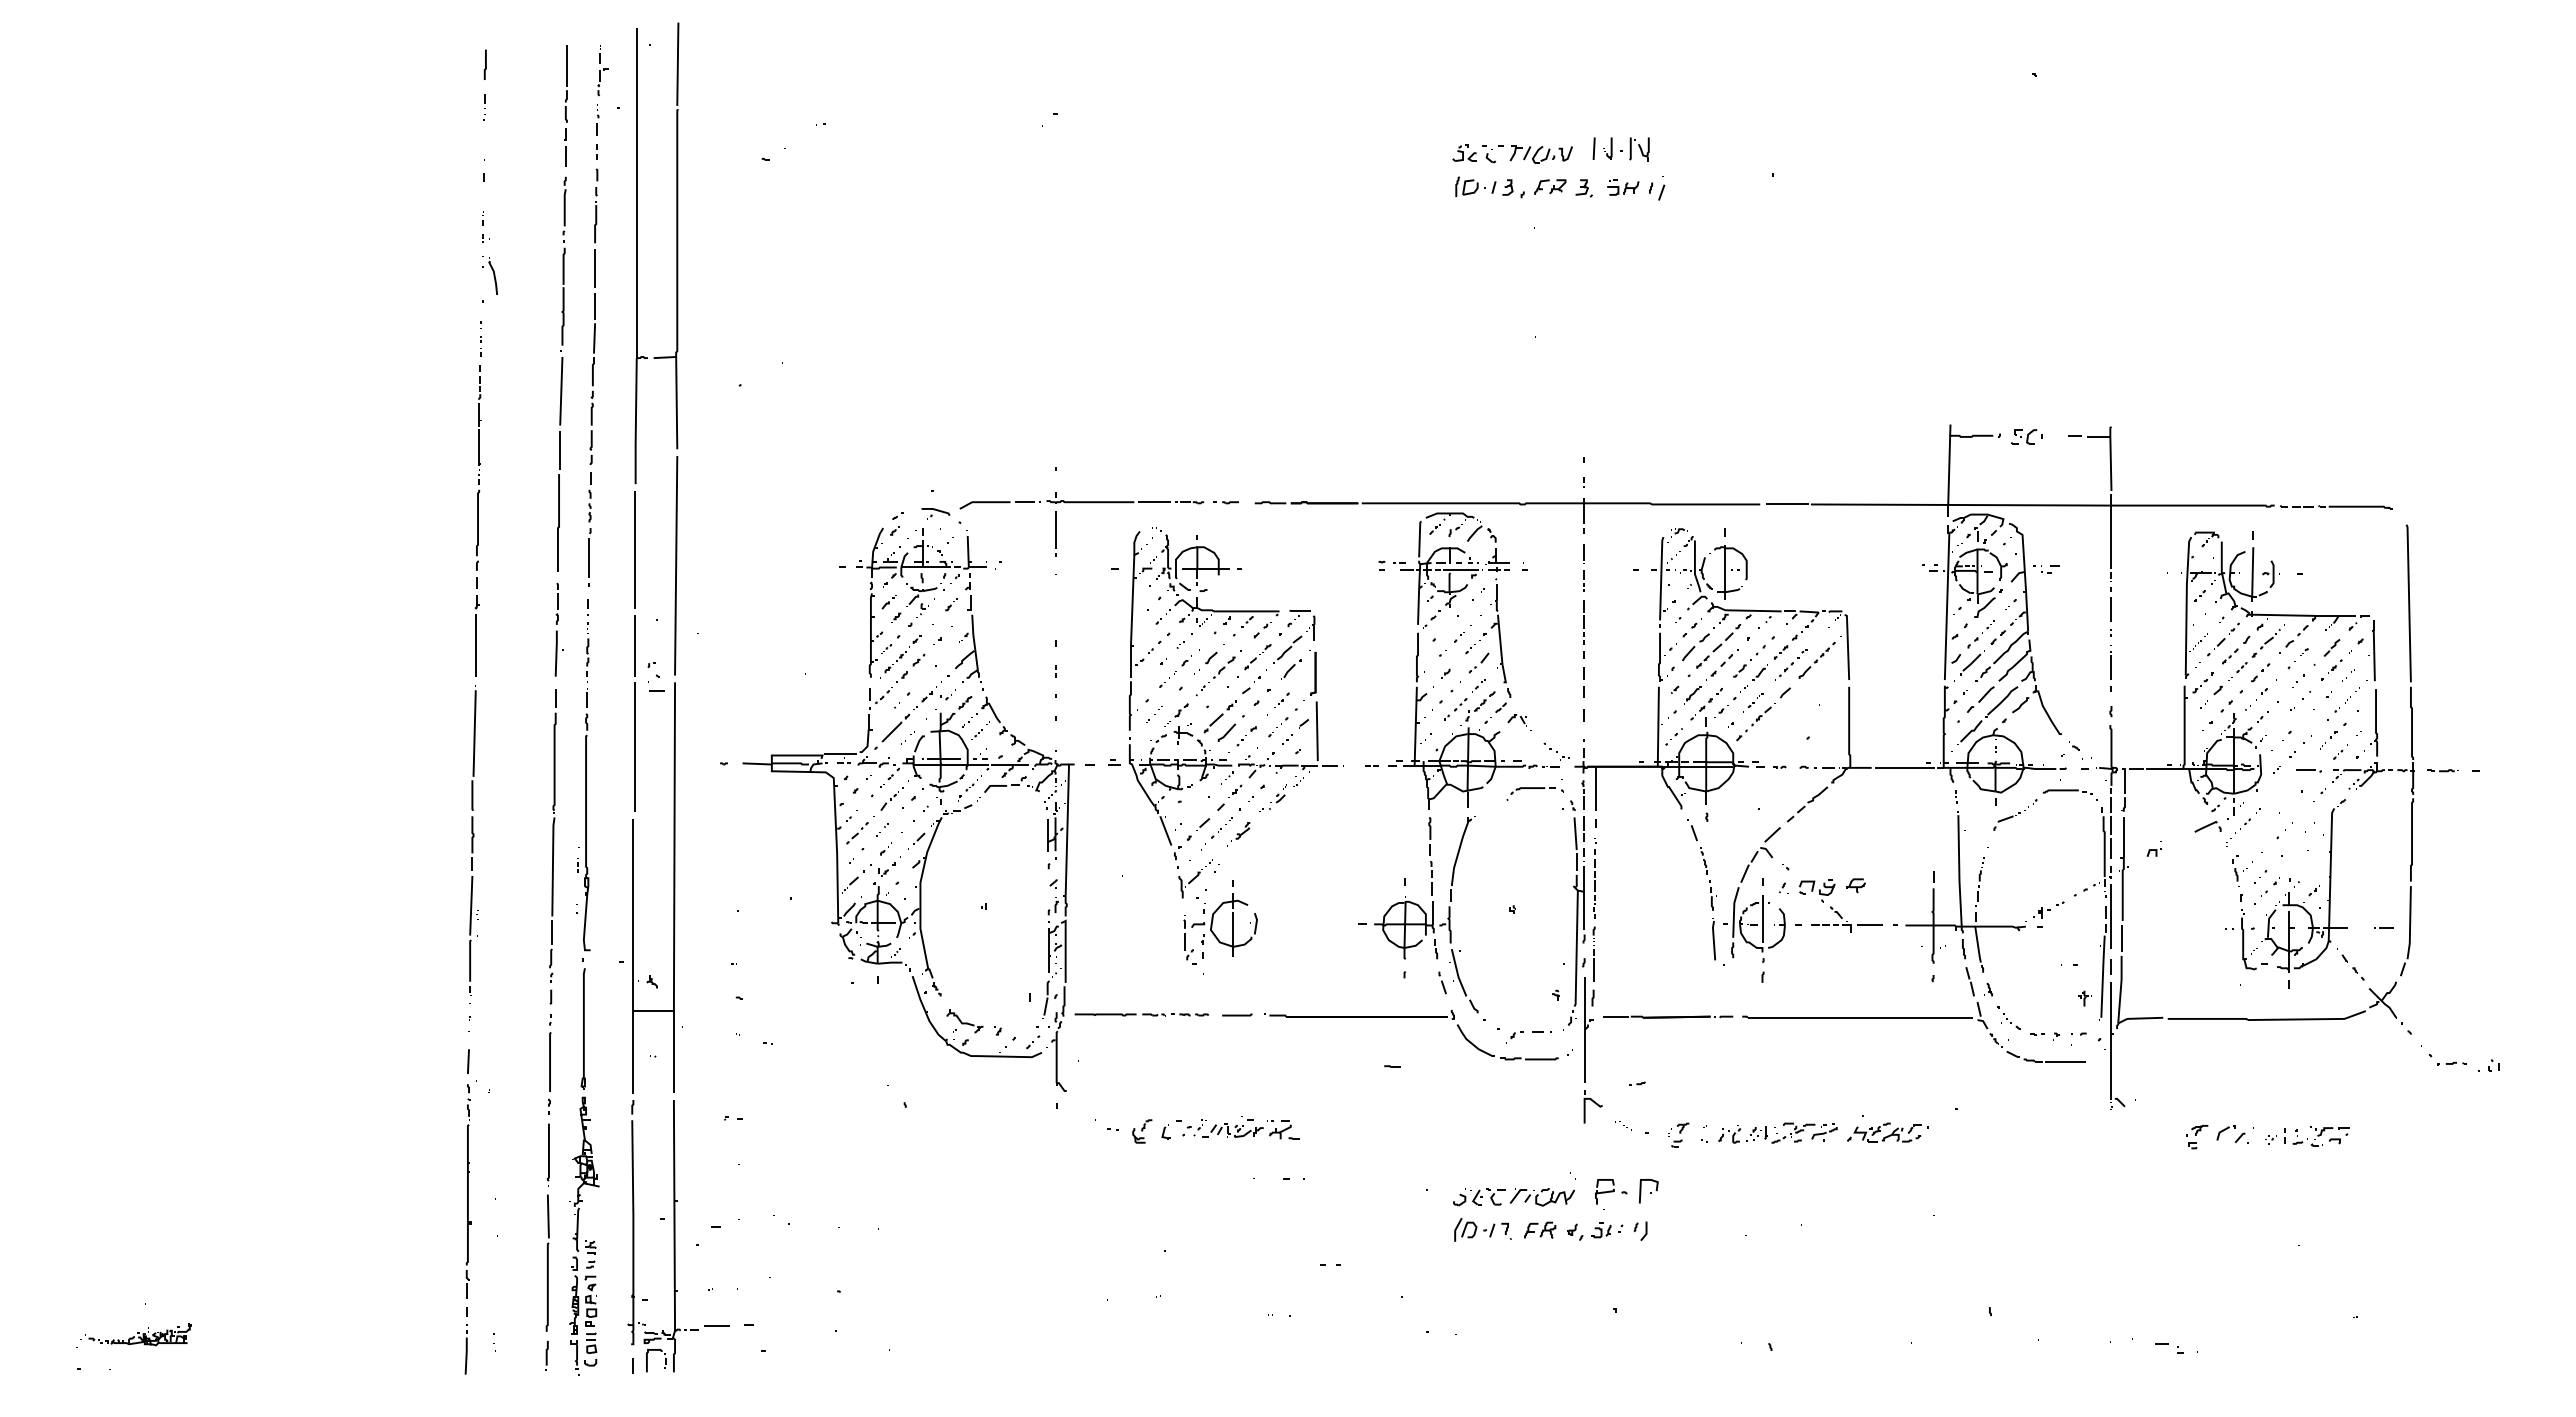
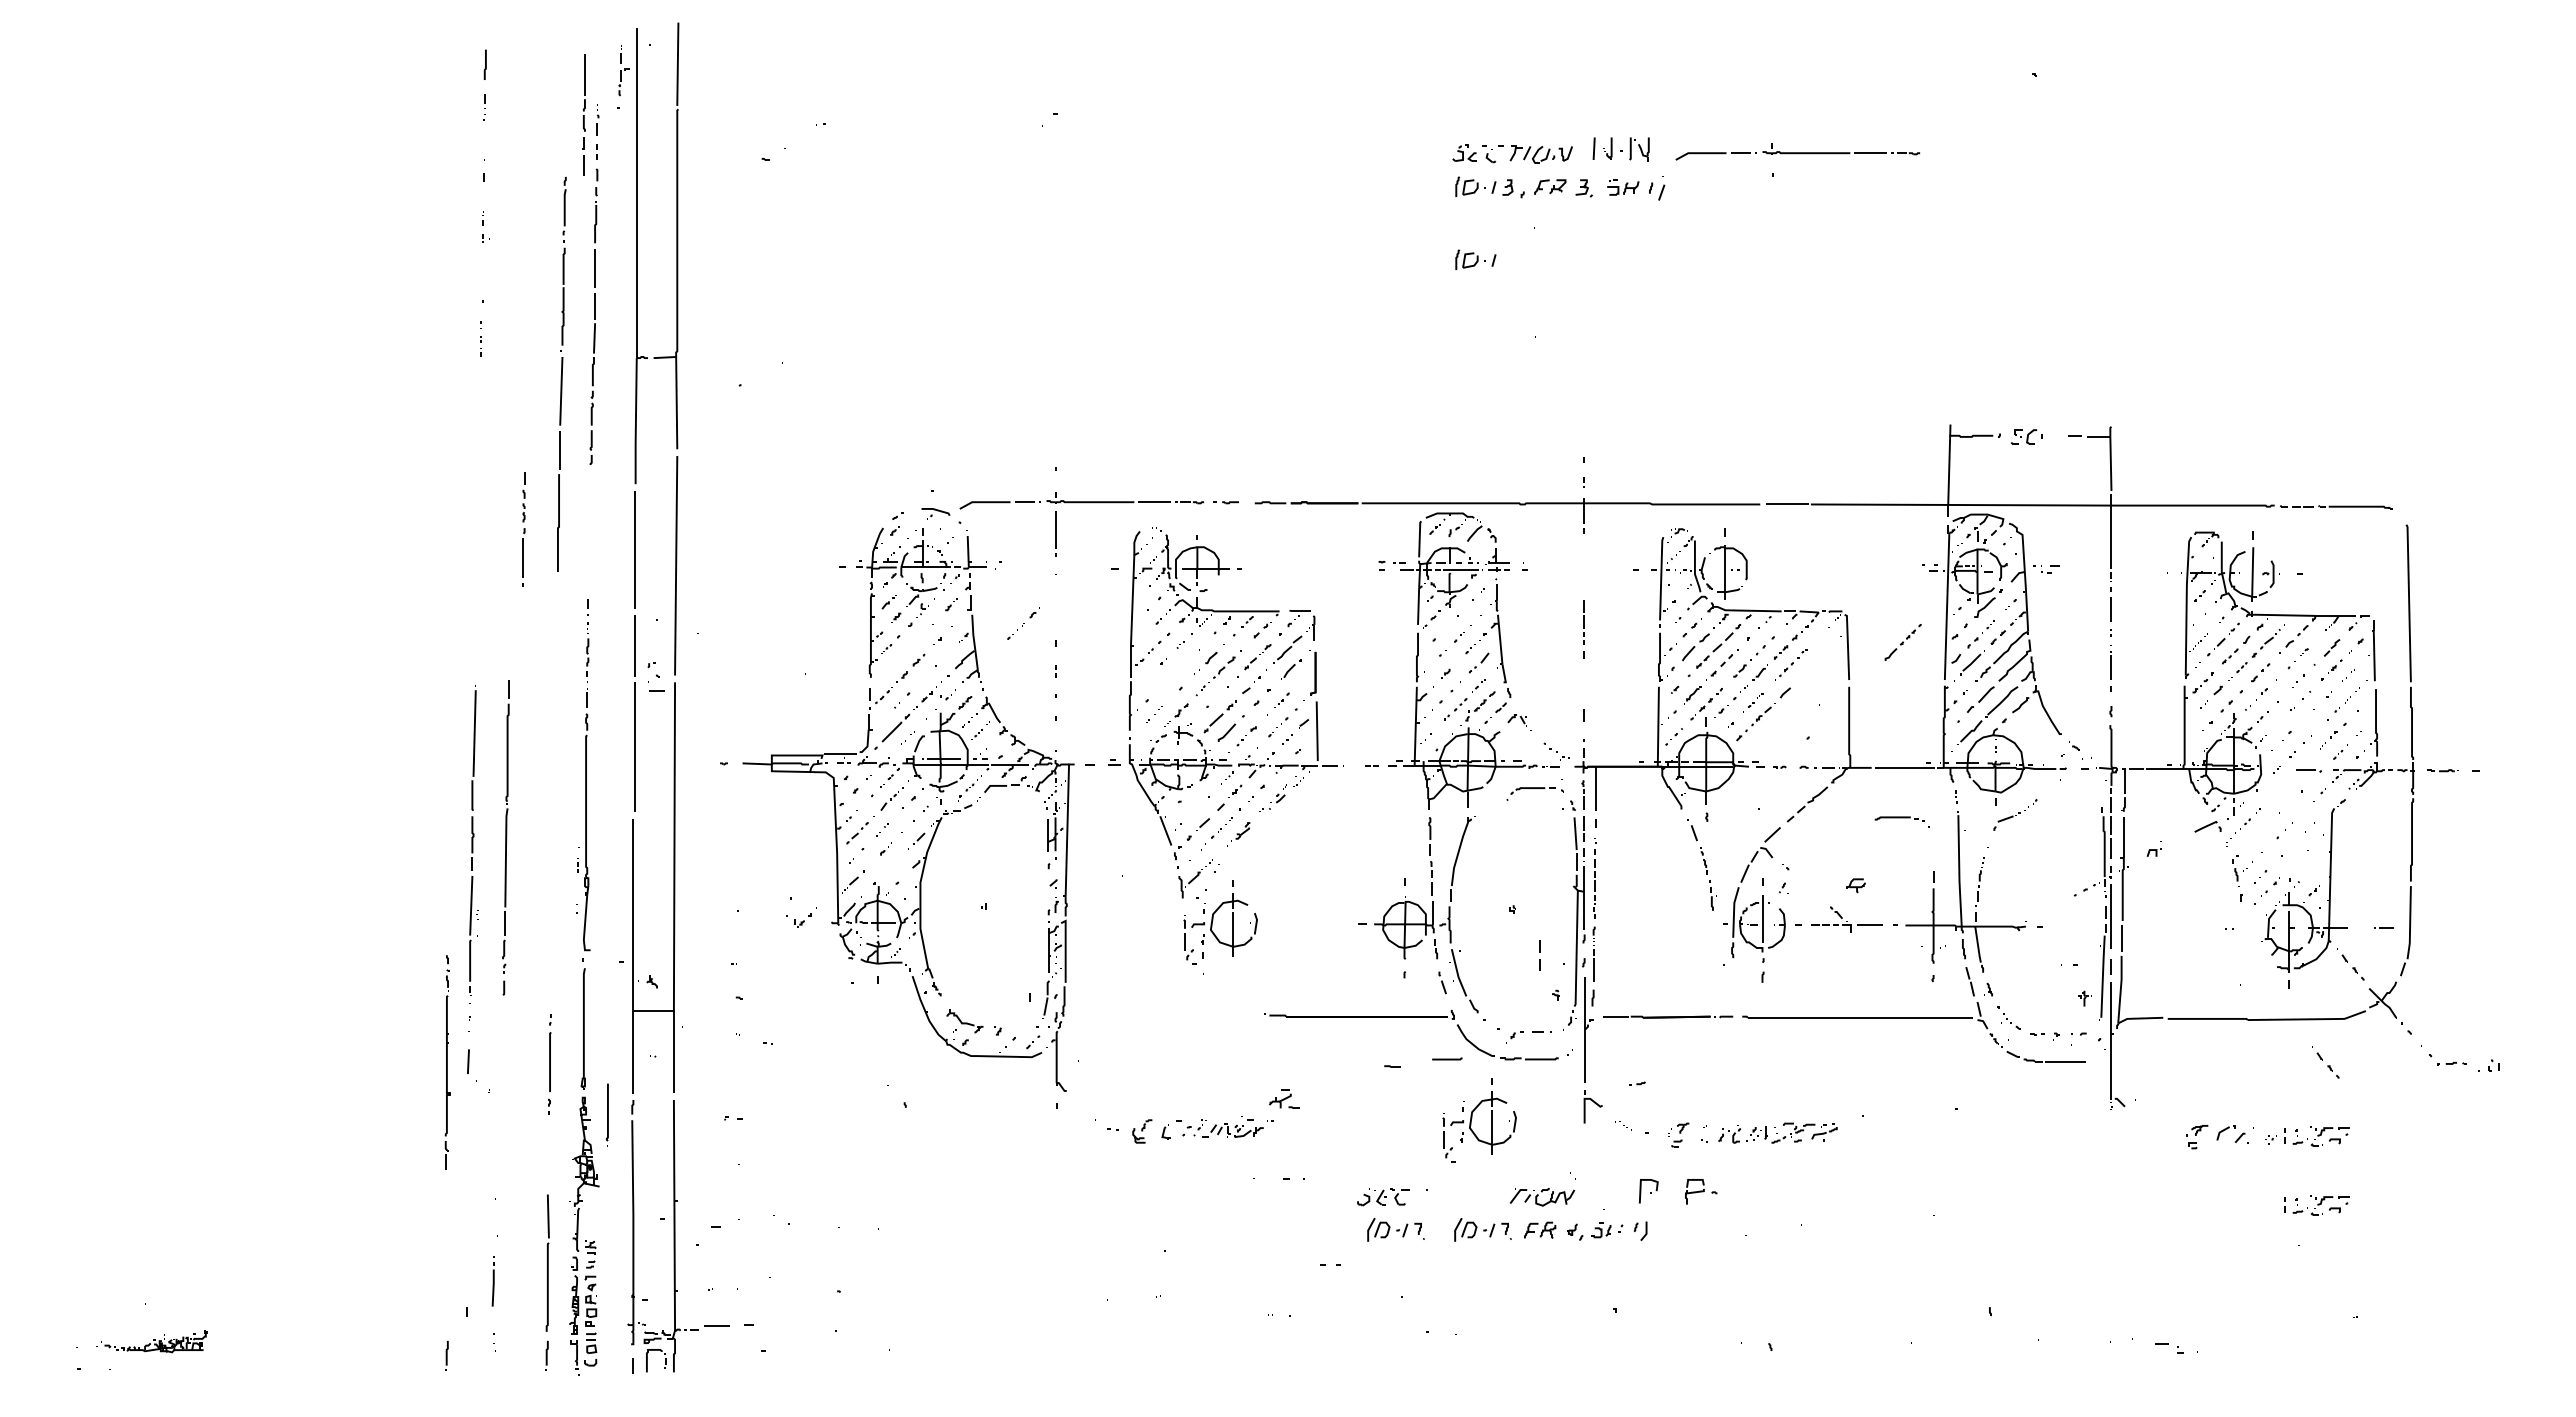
part at (602, 70) position: (602, 70) -> (623, 70)
part at (565, 105) position: (565, 105) -> (583, 114)
part at (1797, 151): none -> present
part at (1475, 259): none -> present
part at (489, 275): present -> none
part at (477, 520): present -> none
part at (589, 529) position: (589, 529) -> (523, 529)
line at (1583, 570): present -> none
part at (558, 629): present -> none
part at (900, 656): present -> none
part at (1816, 660) position: (1816, 660) -> (1902, 642)
part at (1175, 671) position: (1175, 671) -> (1023, 623)
line at (1583, 679) position: (1583, 679) -> (1539, 952)
part at (2069, 794) position: (2069, 794) -> (1901, 821)
part at (552, 846) position: (552, 846) -> (505, 837)
part at (885, 866) position: (885, 866) -> (801, 917)
part at (1817, 890): present -> none
part at (2048, 909): present -> none
line at (1713, 939): present -> none
part at (2256, 948): present -> none
part at (1141, 1014): present -> none
line at (1237, 1014) position: (1237, 1014) -> (1447, 1058)
part at (2325, 1062): none -> present
part at (1472, 1118): none -> present
part at (1284, 1129) position: (1284, 1129) -> (1284, 1098)
part at (1887, 1132): present -> none
part at (547, 1154) position: (547, 1154) -> (606, 1114)
part at (468, 1191) position: (468, 1191) -> (447, 1062)
part at (1611, 1191) position: (1611, 1191) -> (1701, 1191)
part at (1479, 1197) position: (1479, 1197) -> (1383, 1197)
part at (2316, 1205): none -> present
part at (1395, 1229): none -> present
part at (135, 1334) position: (135, 1334) -> (151, 1341)
line at (465, 1349) position: (465, 1349) -> (492, 1281)
line at (446, 1355): none -> present
